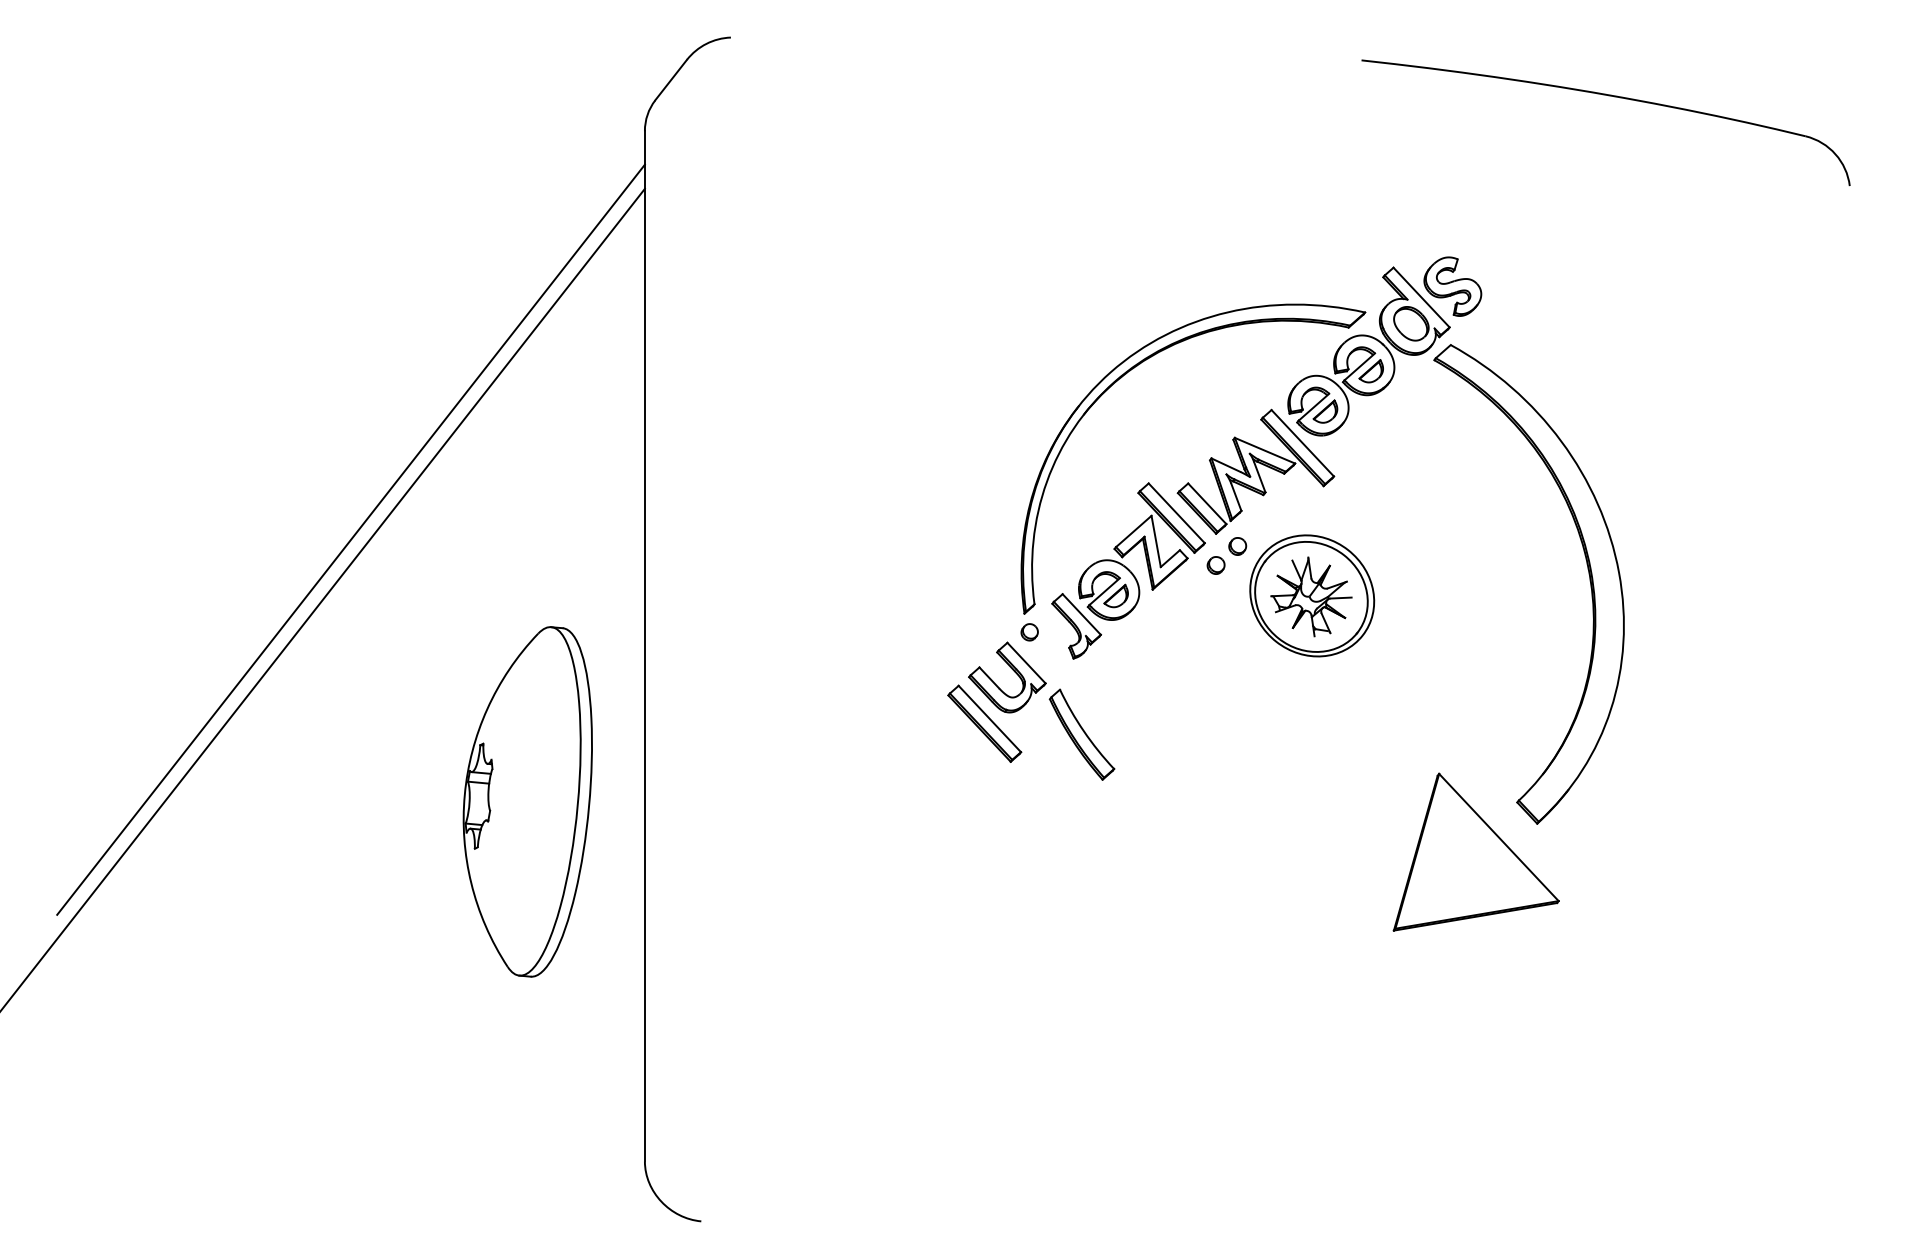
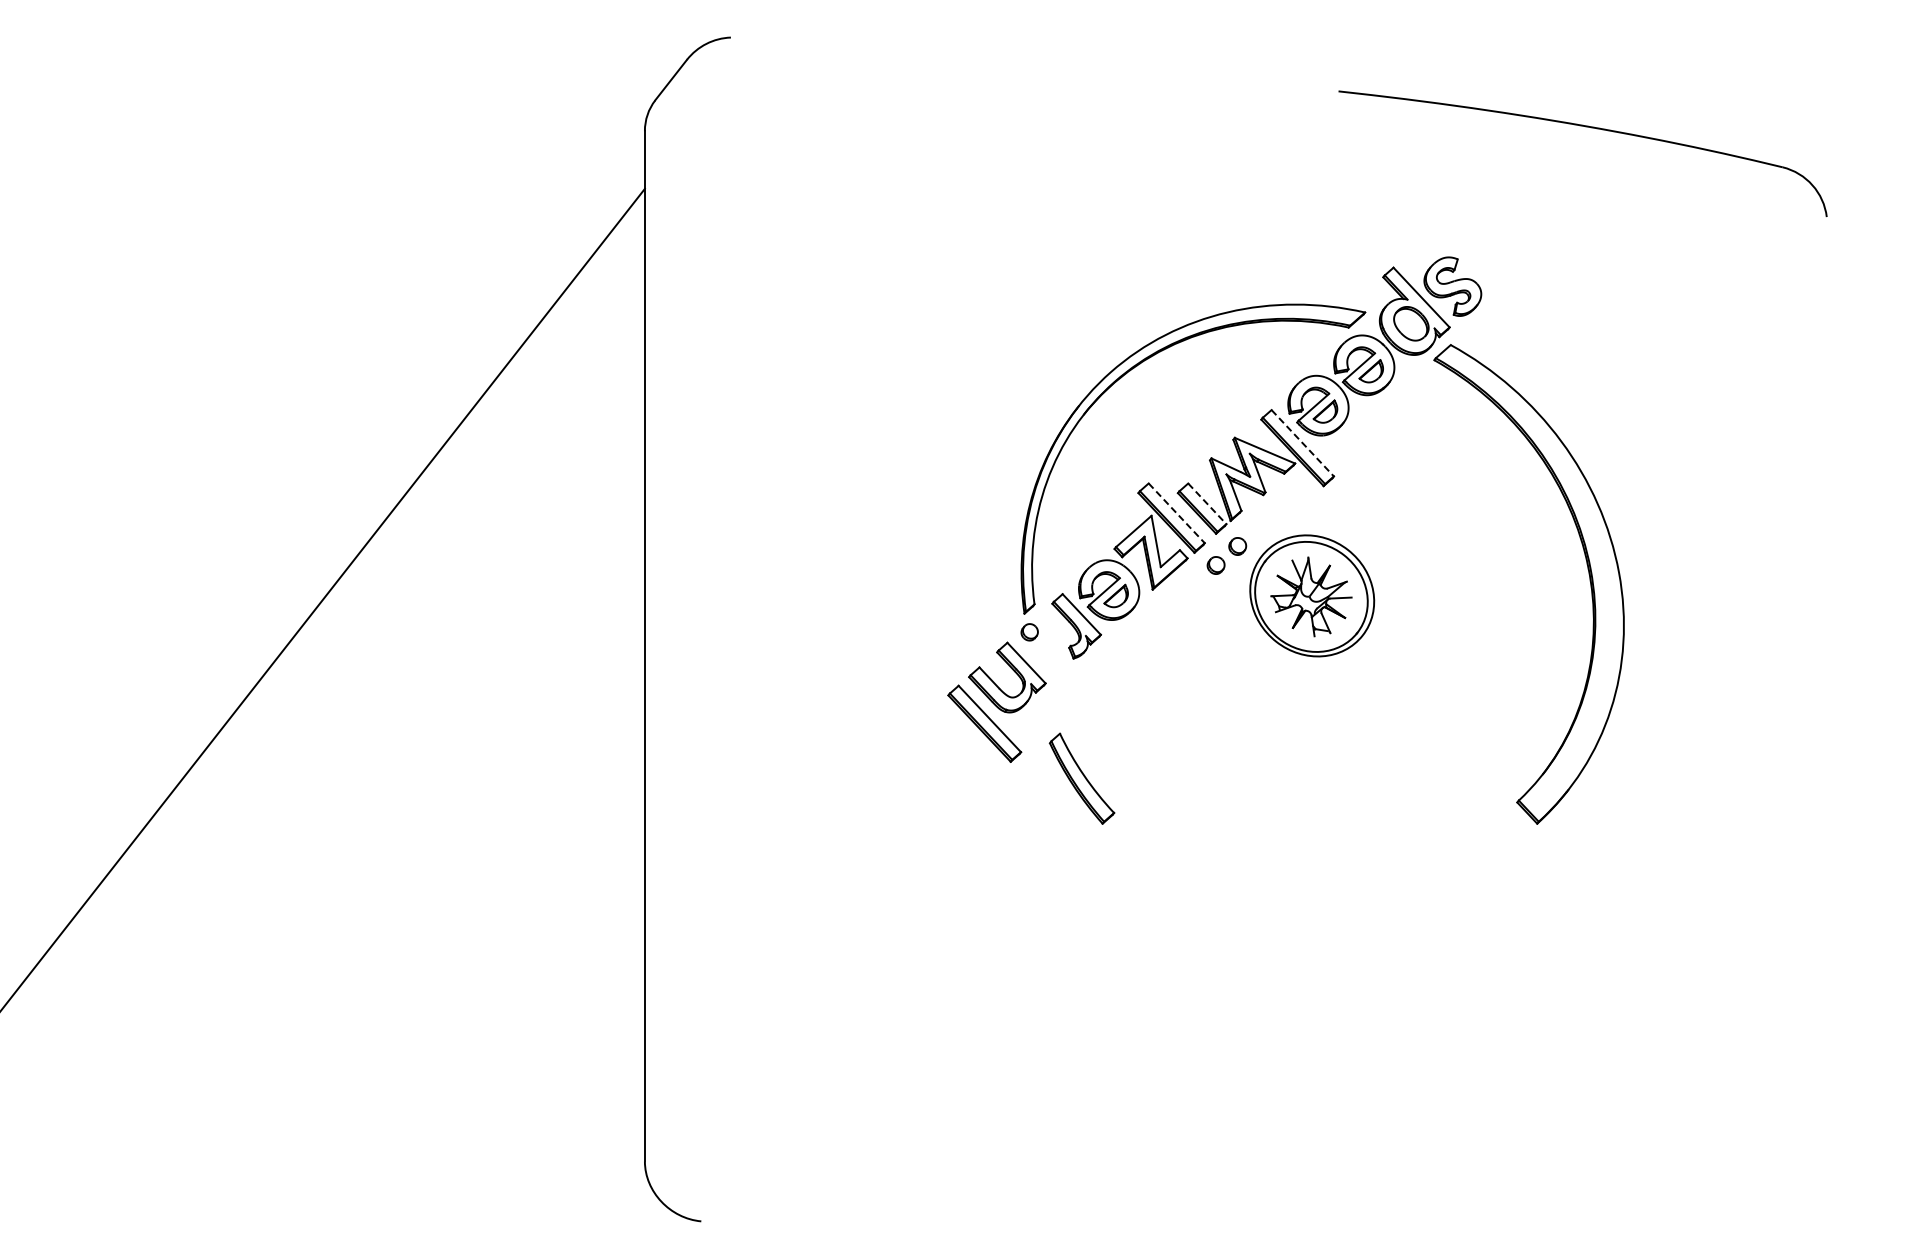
part at (1608, 96) position: (1608, 96) -> (1585, 127)
line at (1302, 443): solid -> dashed
line at (1207, 503): solid -> dashed
line at (1176, 513): solid -> dashed
line at (350, 539): present -> none
part at (1081, 734) position: (1081, 734) -> (1081, 778)
part at (527, 801): present -> none
part at (1475, 851): present -> none
